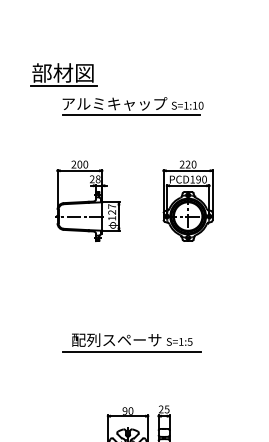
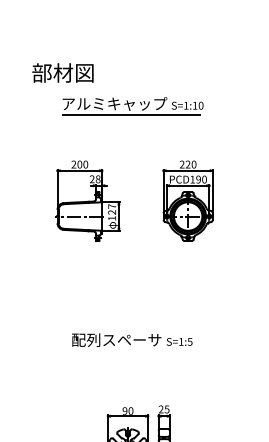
line at (64, 86): present -> none
line at (132, 351): present -> none
